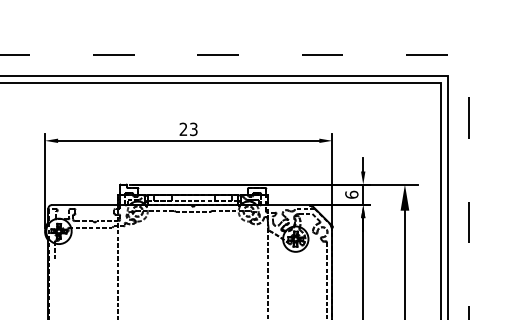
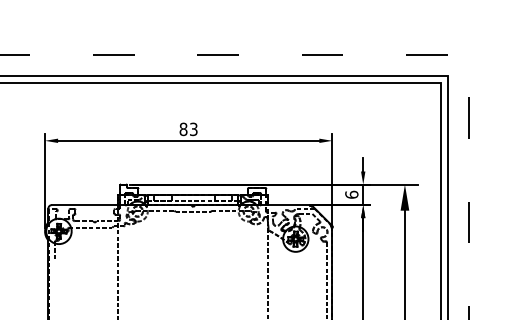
text at (183, 129): 23 -> 83
